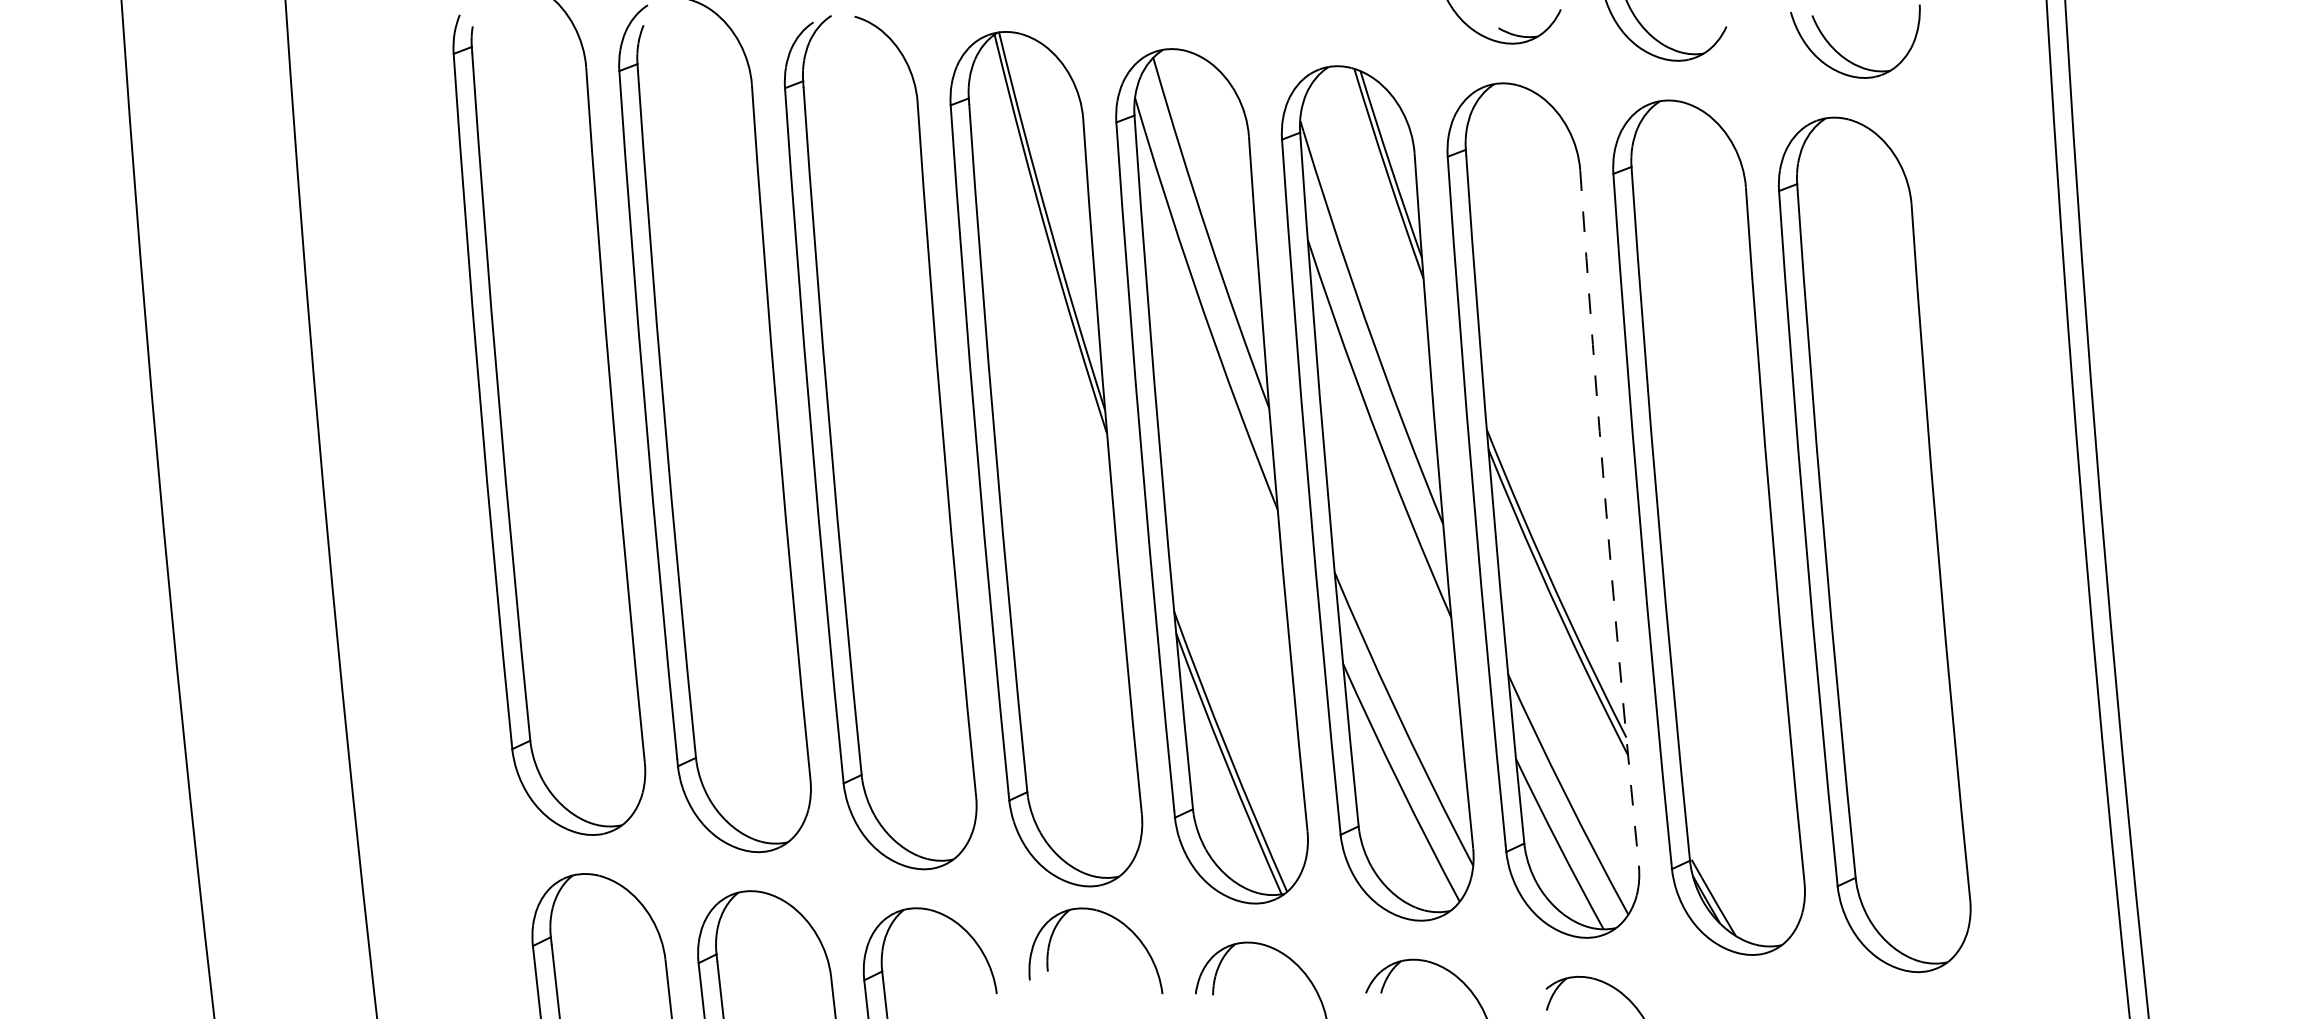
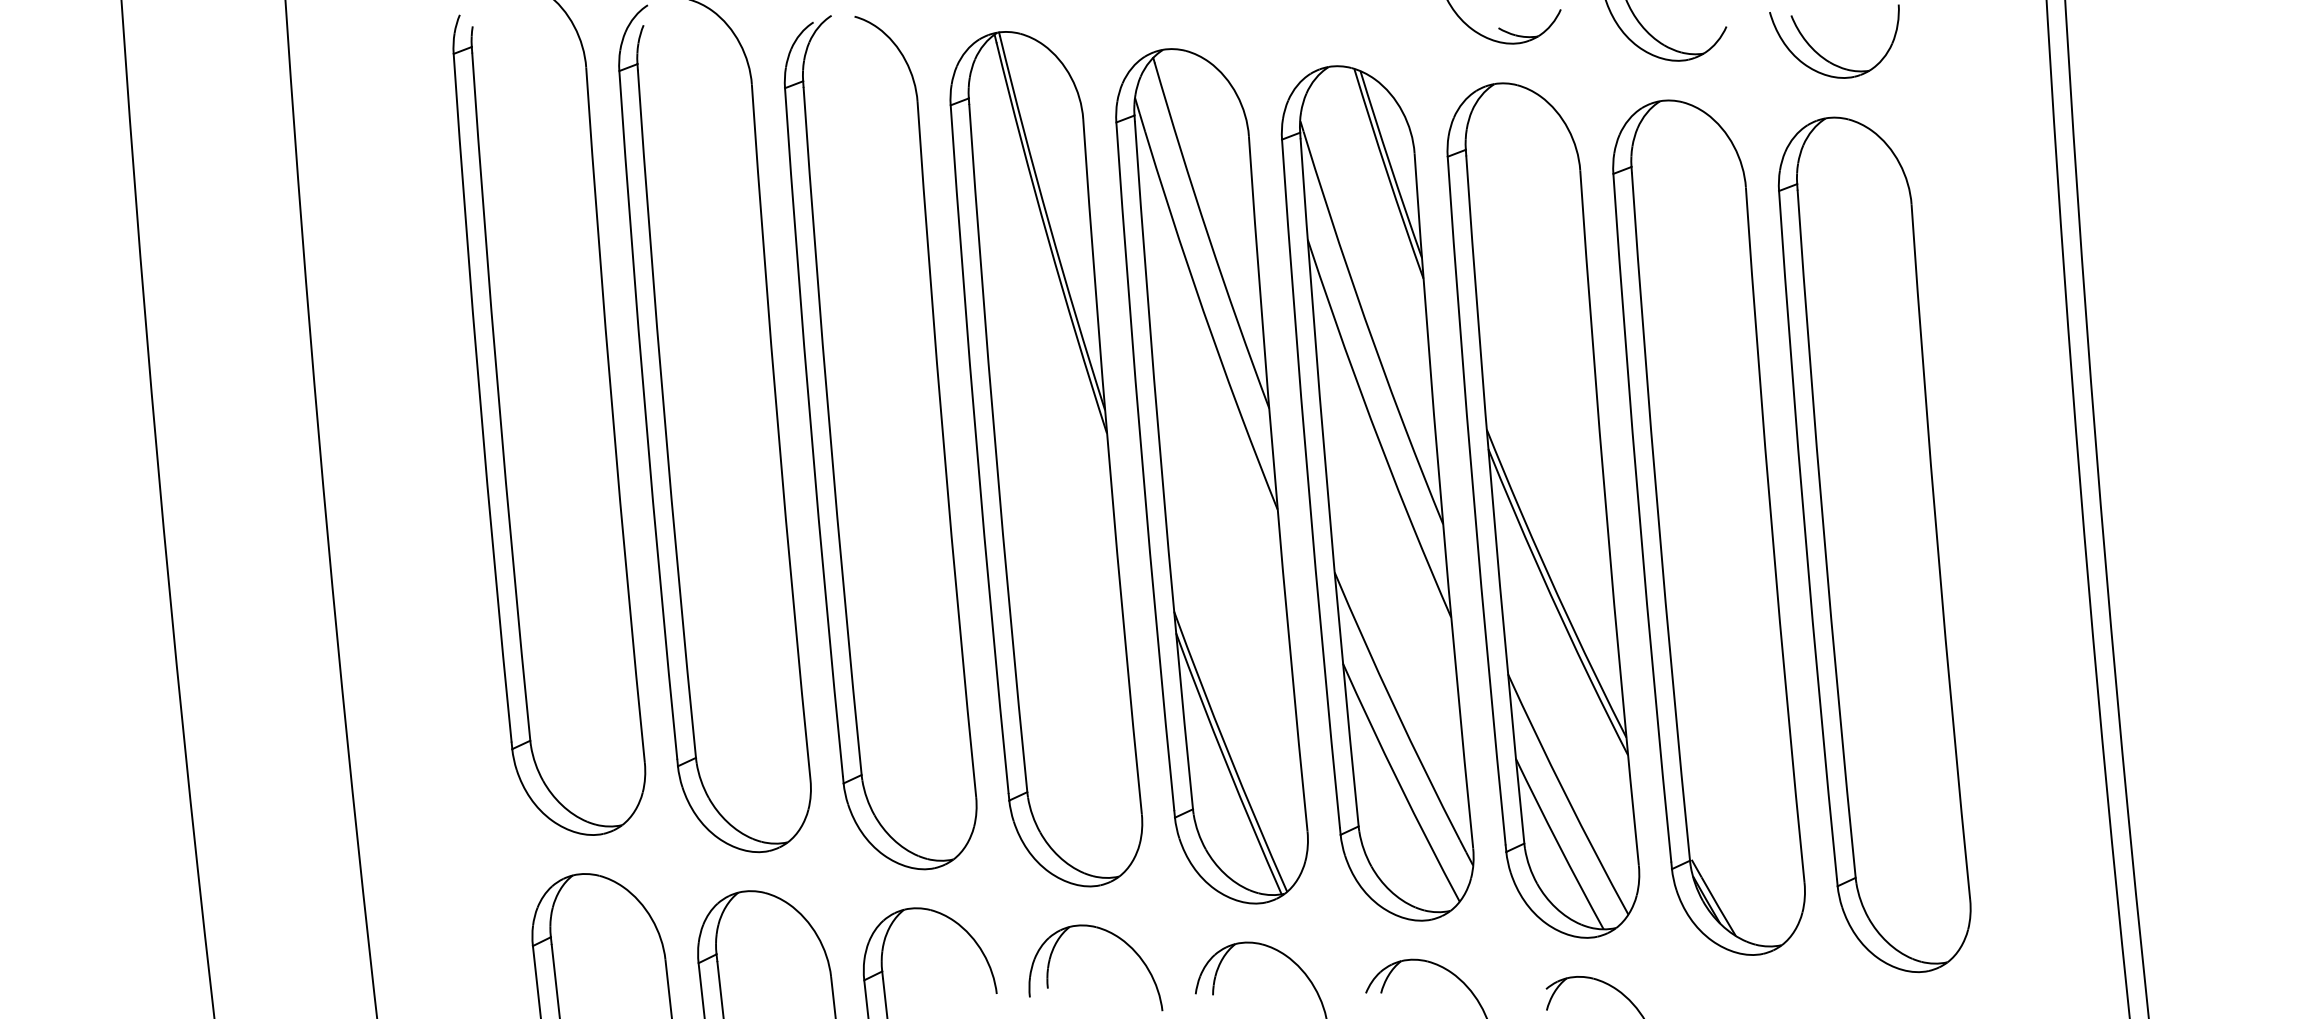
part at (1845, 57) position: (1845, 57) -> (1824, 57)
arc at (1606, 518): dashed -> solid
part at (1116, 920) position: (1116, 920) -> (1116, 937)
